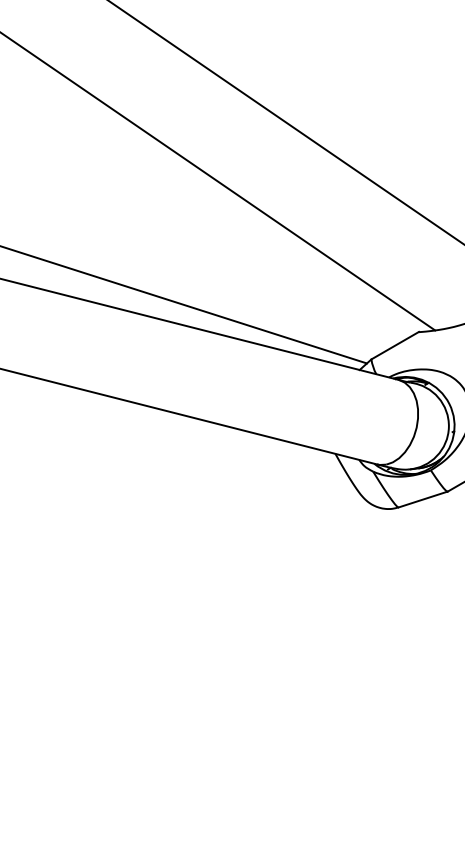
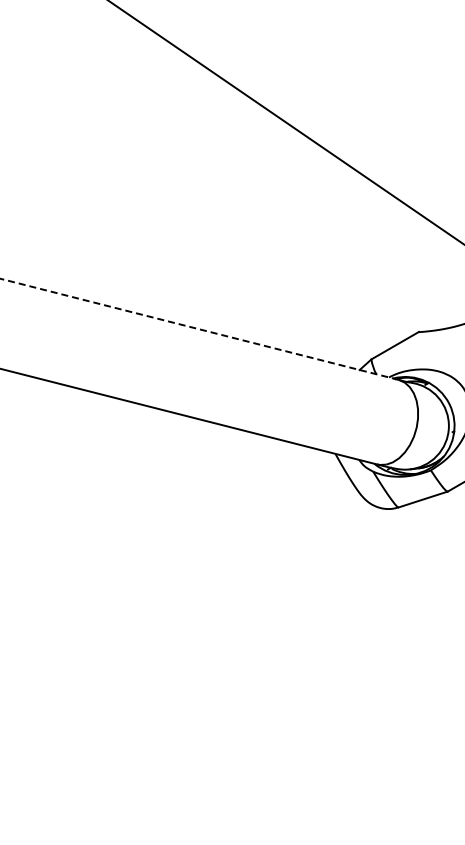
line at (218, 181): present -> none
line at (184, 304): present -> none
line at (199, 329): solid -> dashed
